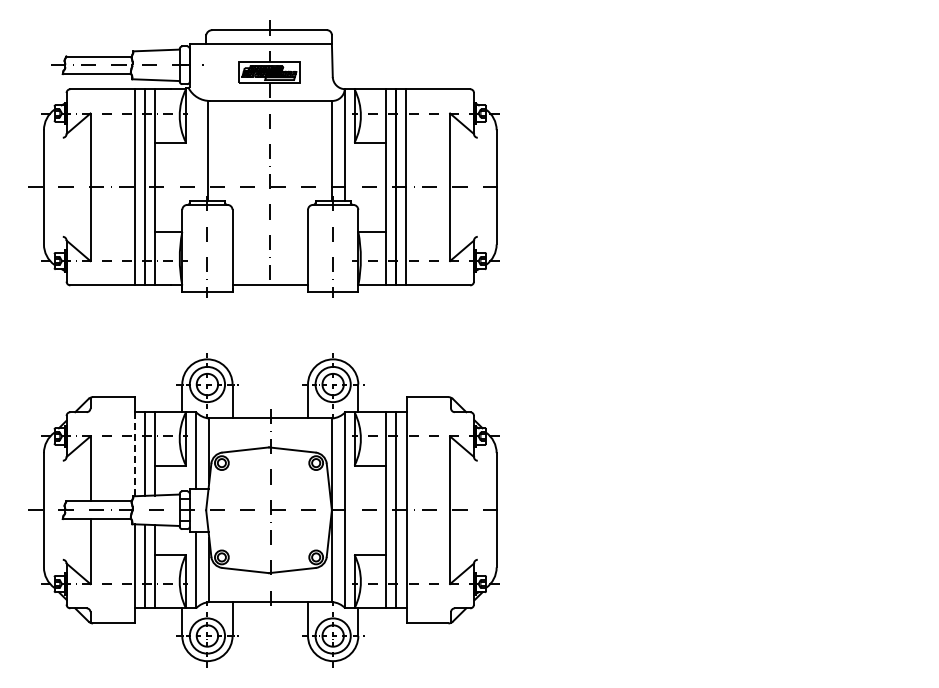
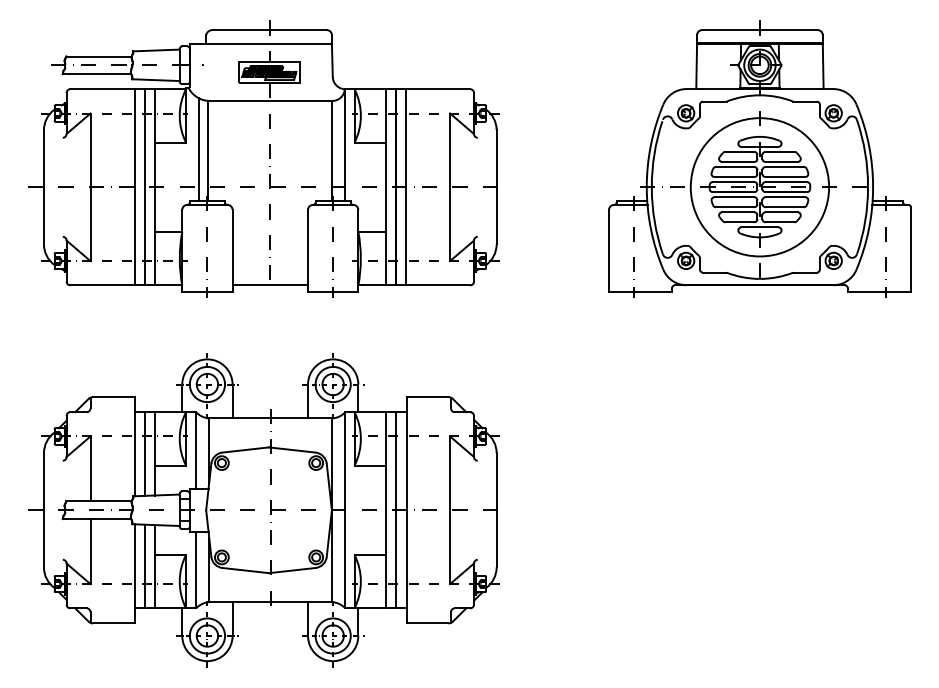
line at (198, 149): none -> present
part at (759, 158): none -> present
line at (134, 453): dashed -> solid
